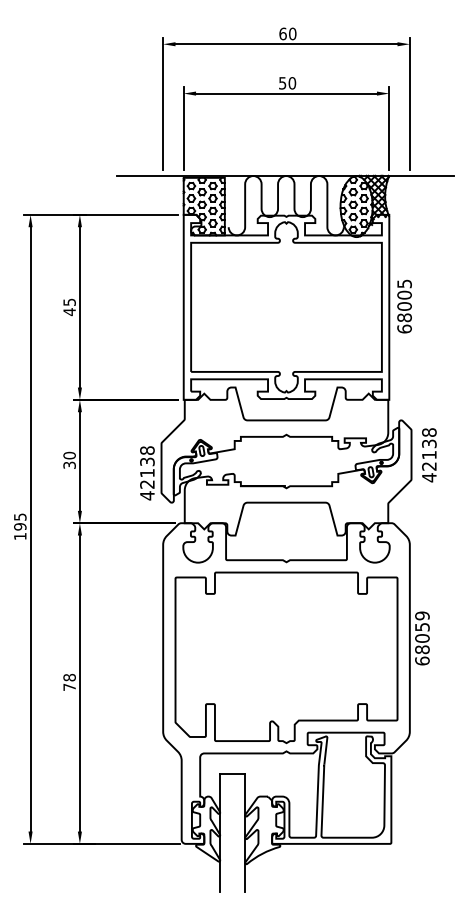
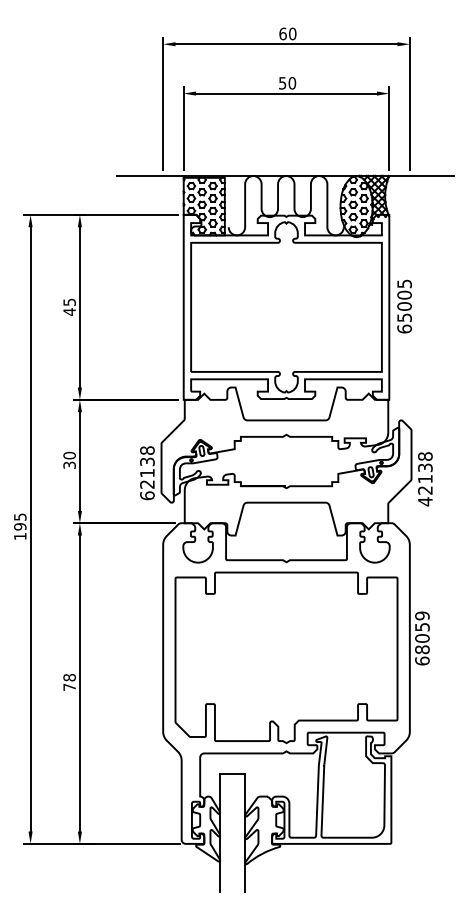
text at (404, 317): 68005 -> 65005
text at (429, 455) position: (429, 455) -> (425, 479)
text at (147, 495): 42138 -> 62138
